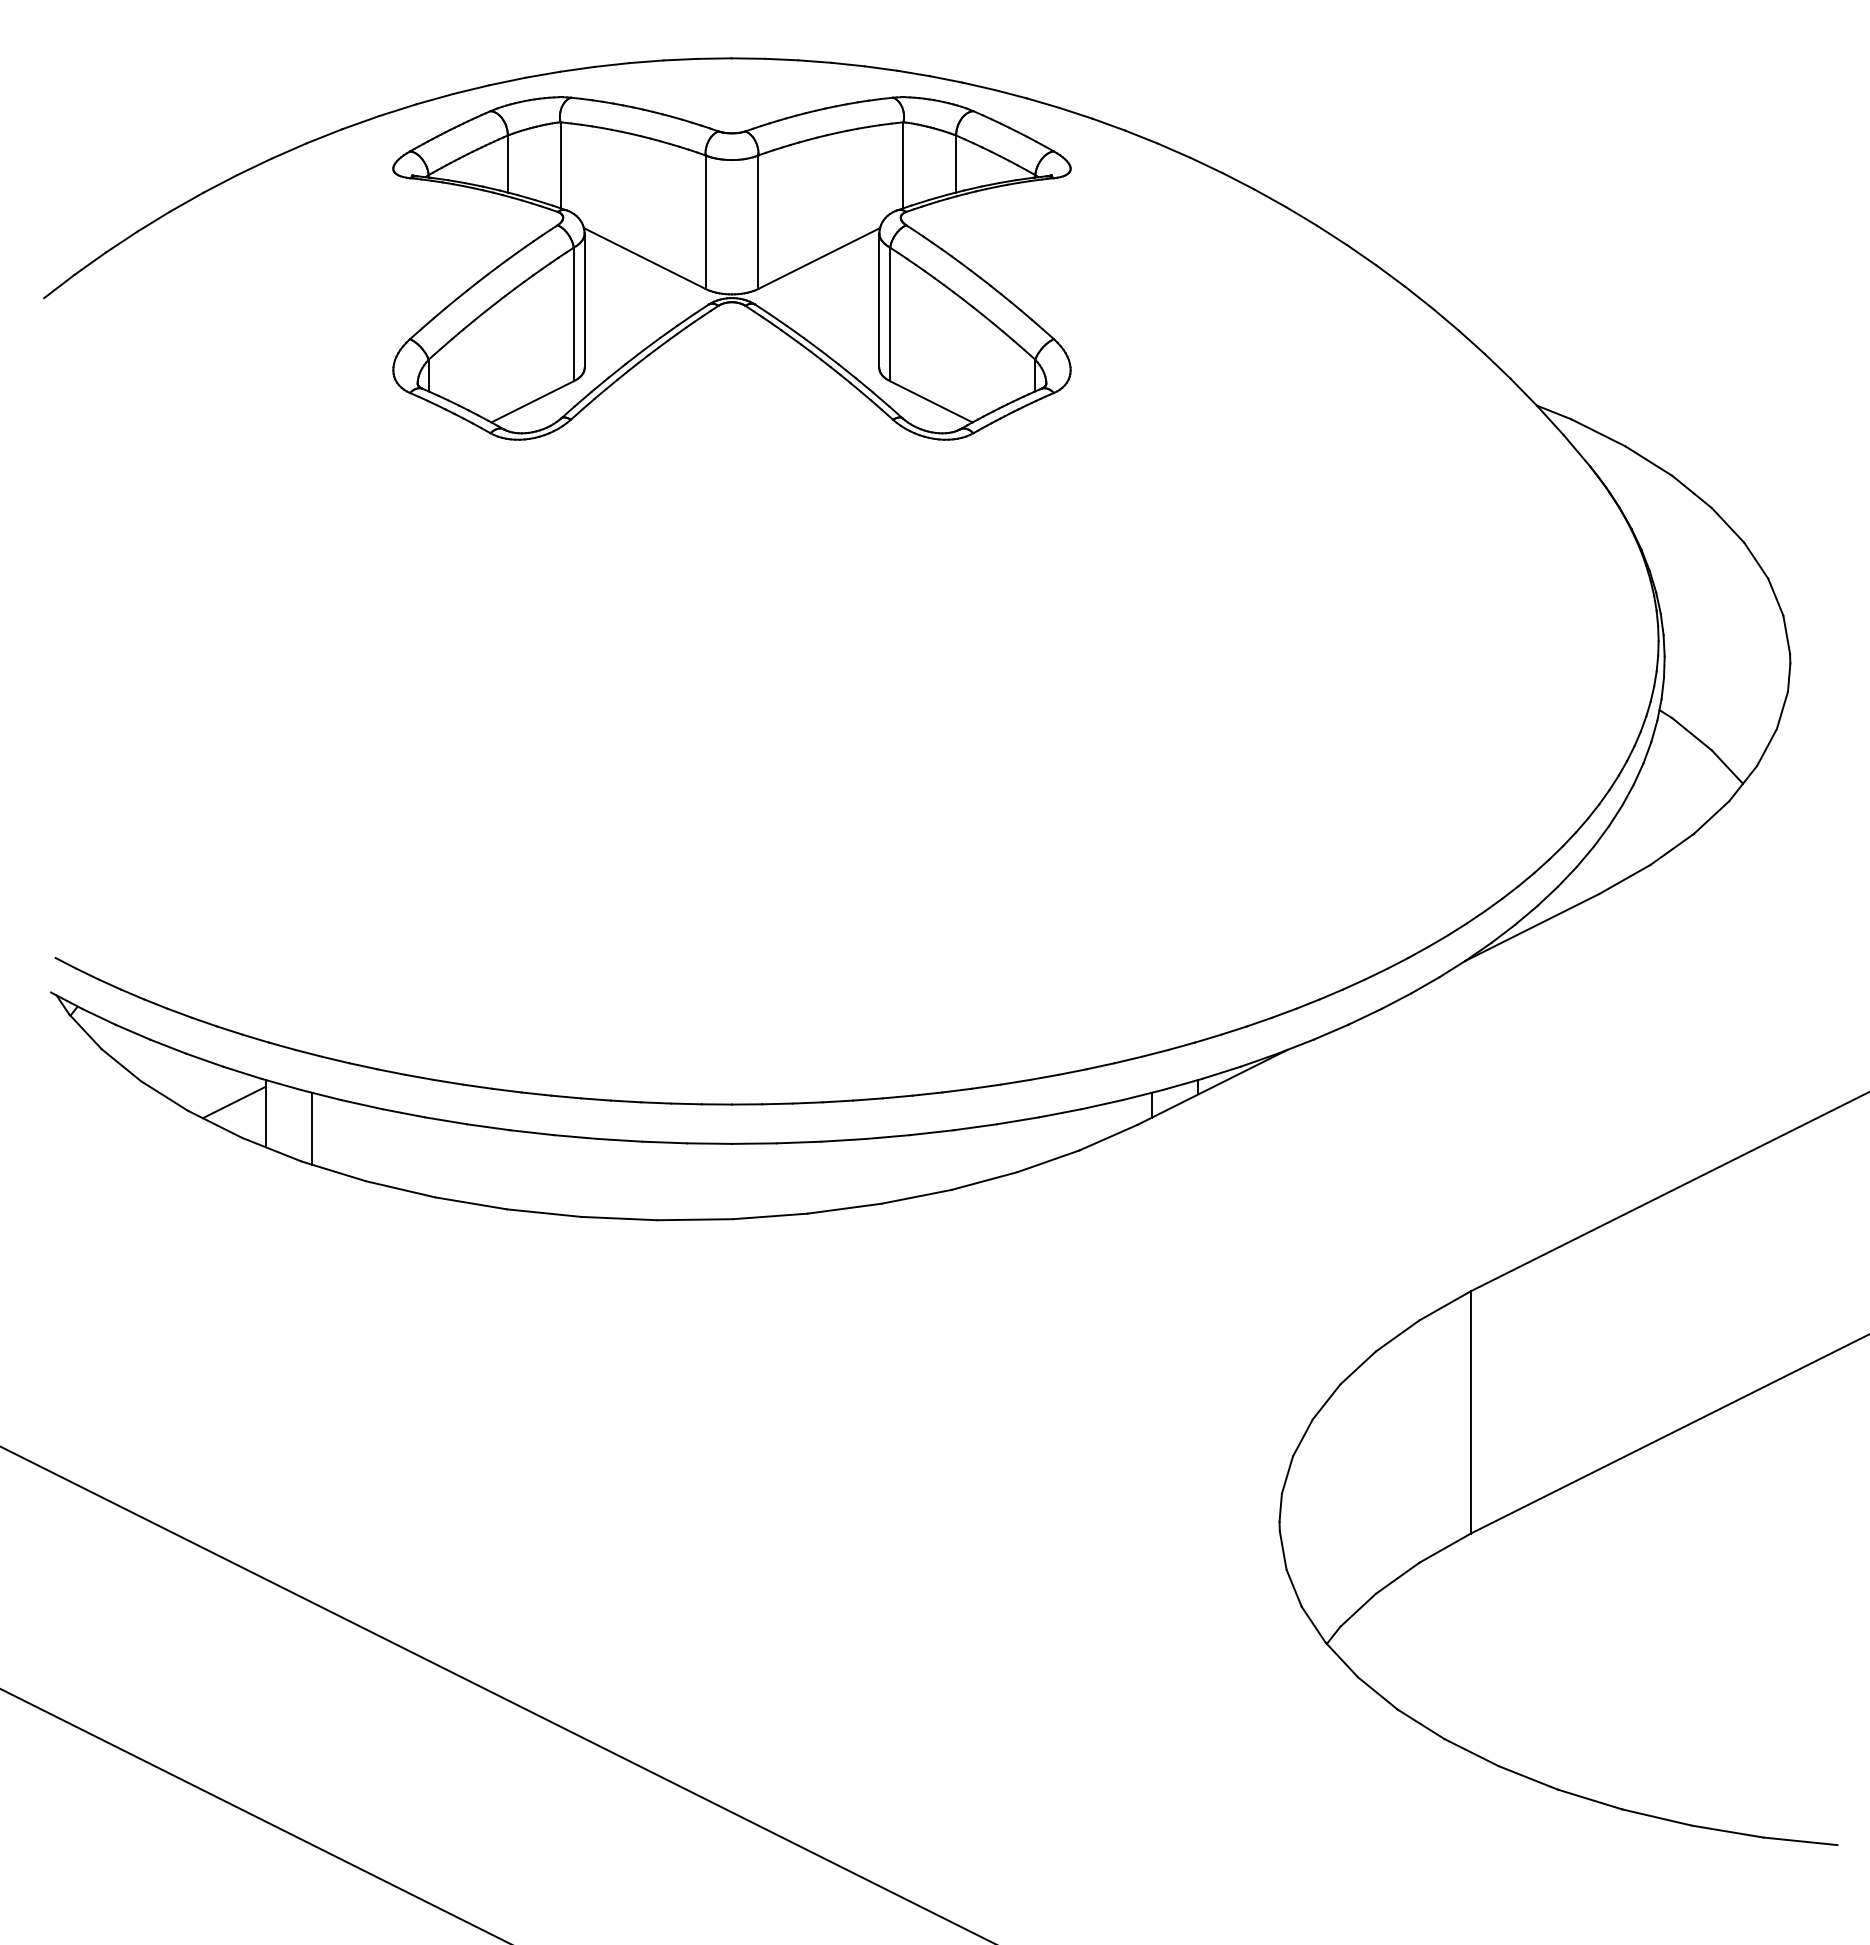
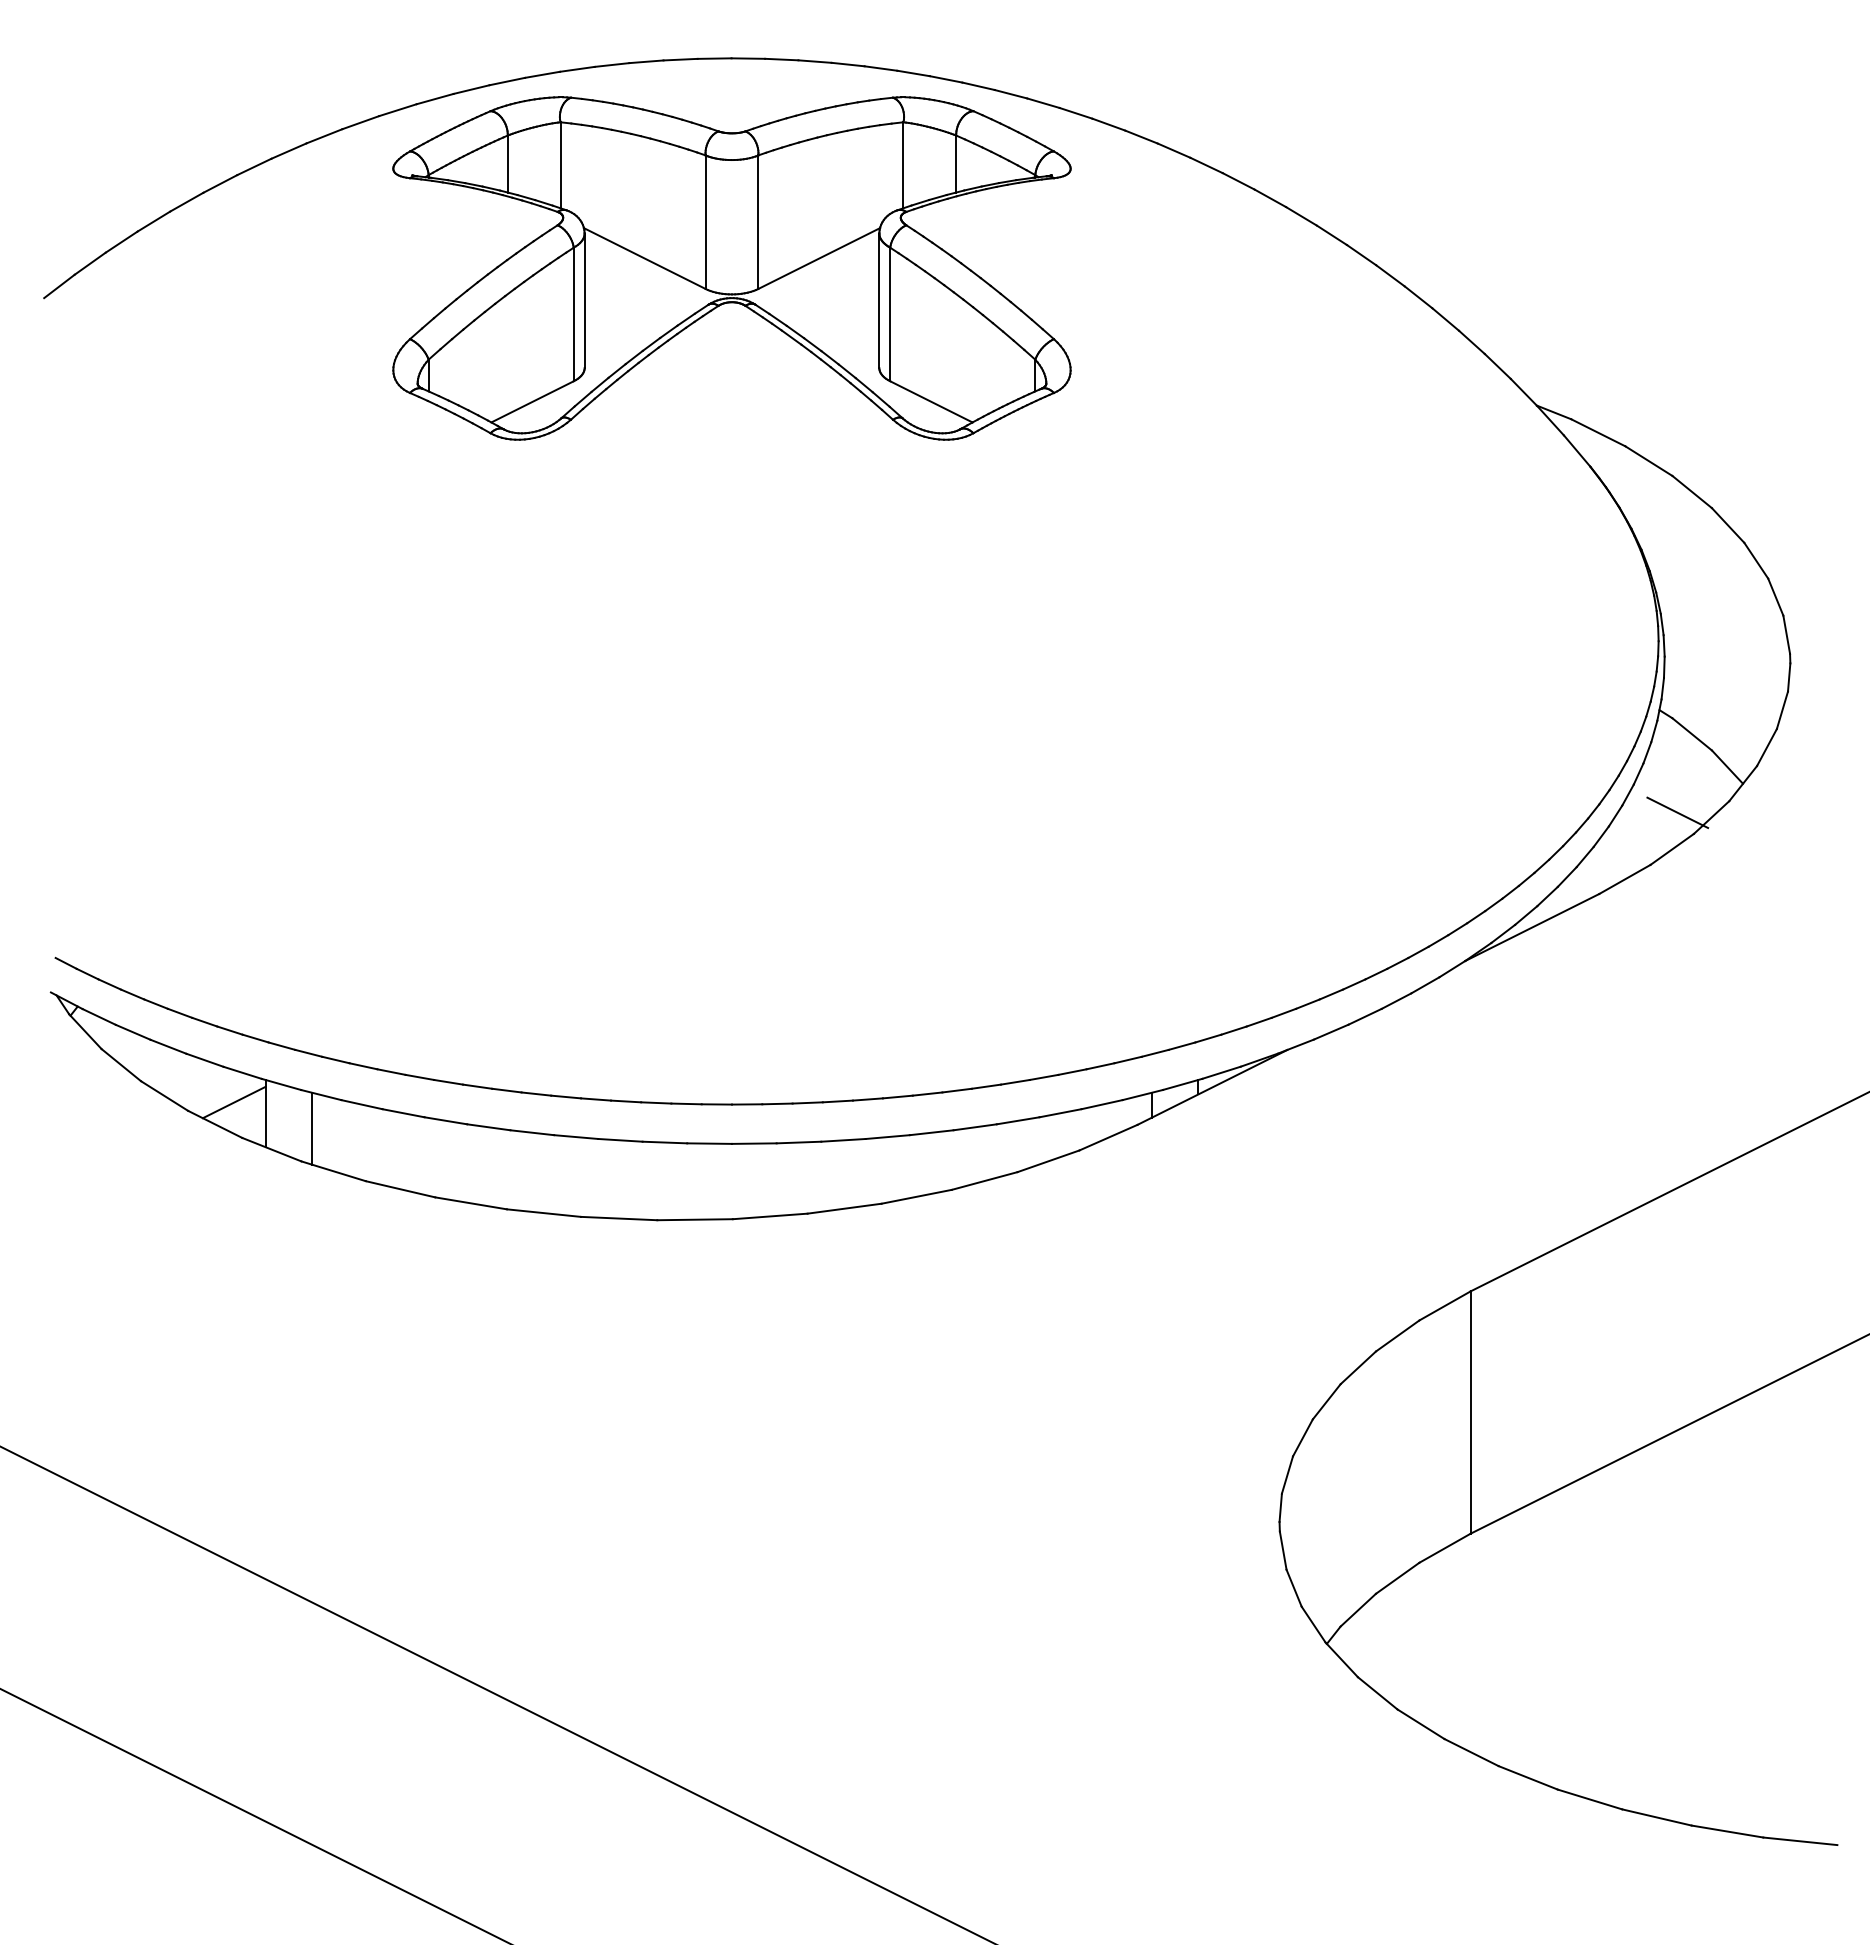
line at (1677, 812): none -> present
